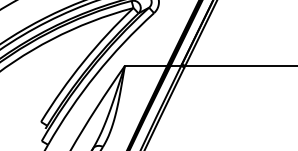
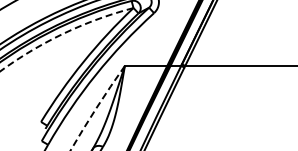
arc at (63, 33): solid -> dashed
arc at (96, 108): solid -> dashed
